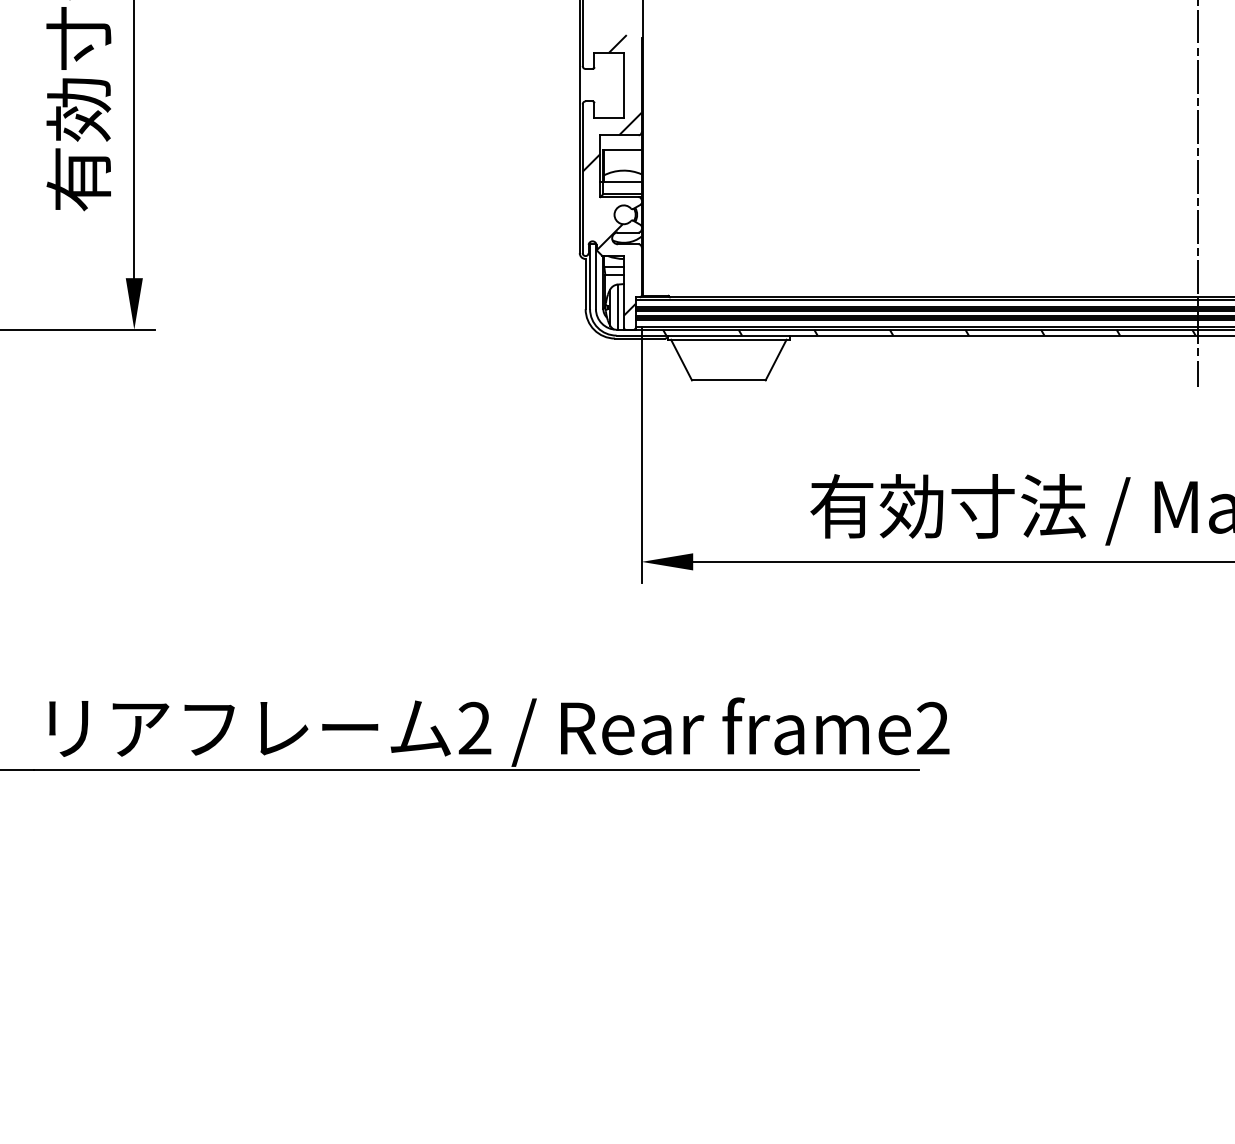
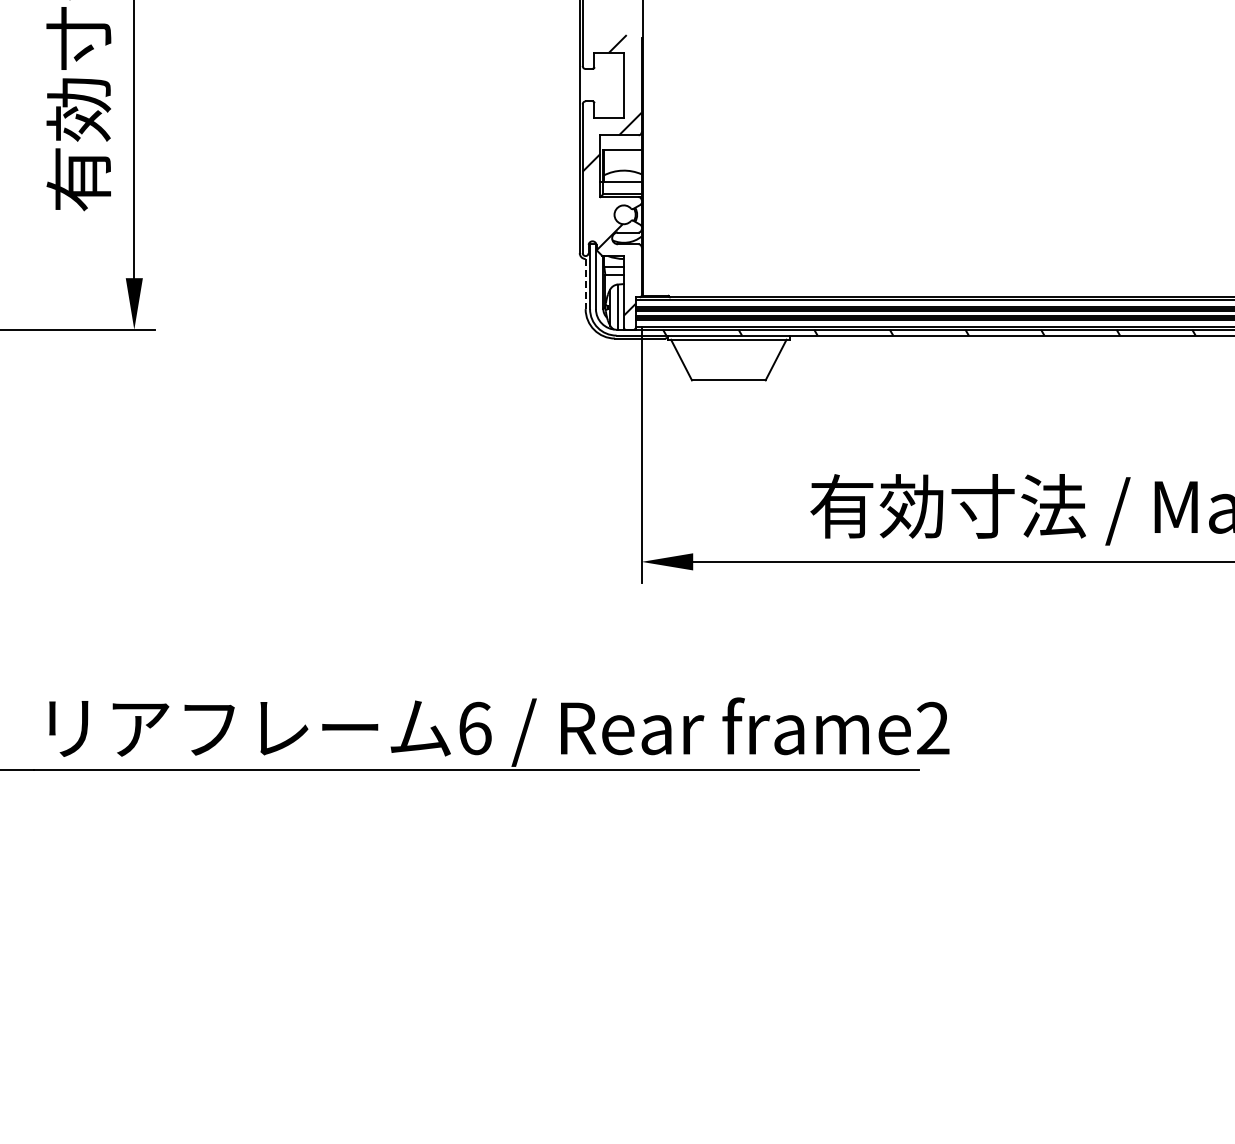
line at (1198, 194): present -> none
line at (585, 284): solid -> dashed
text at (474, 728): 2 -> 6
